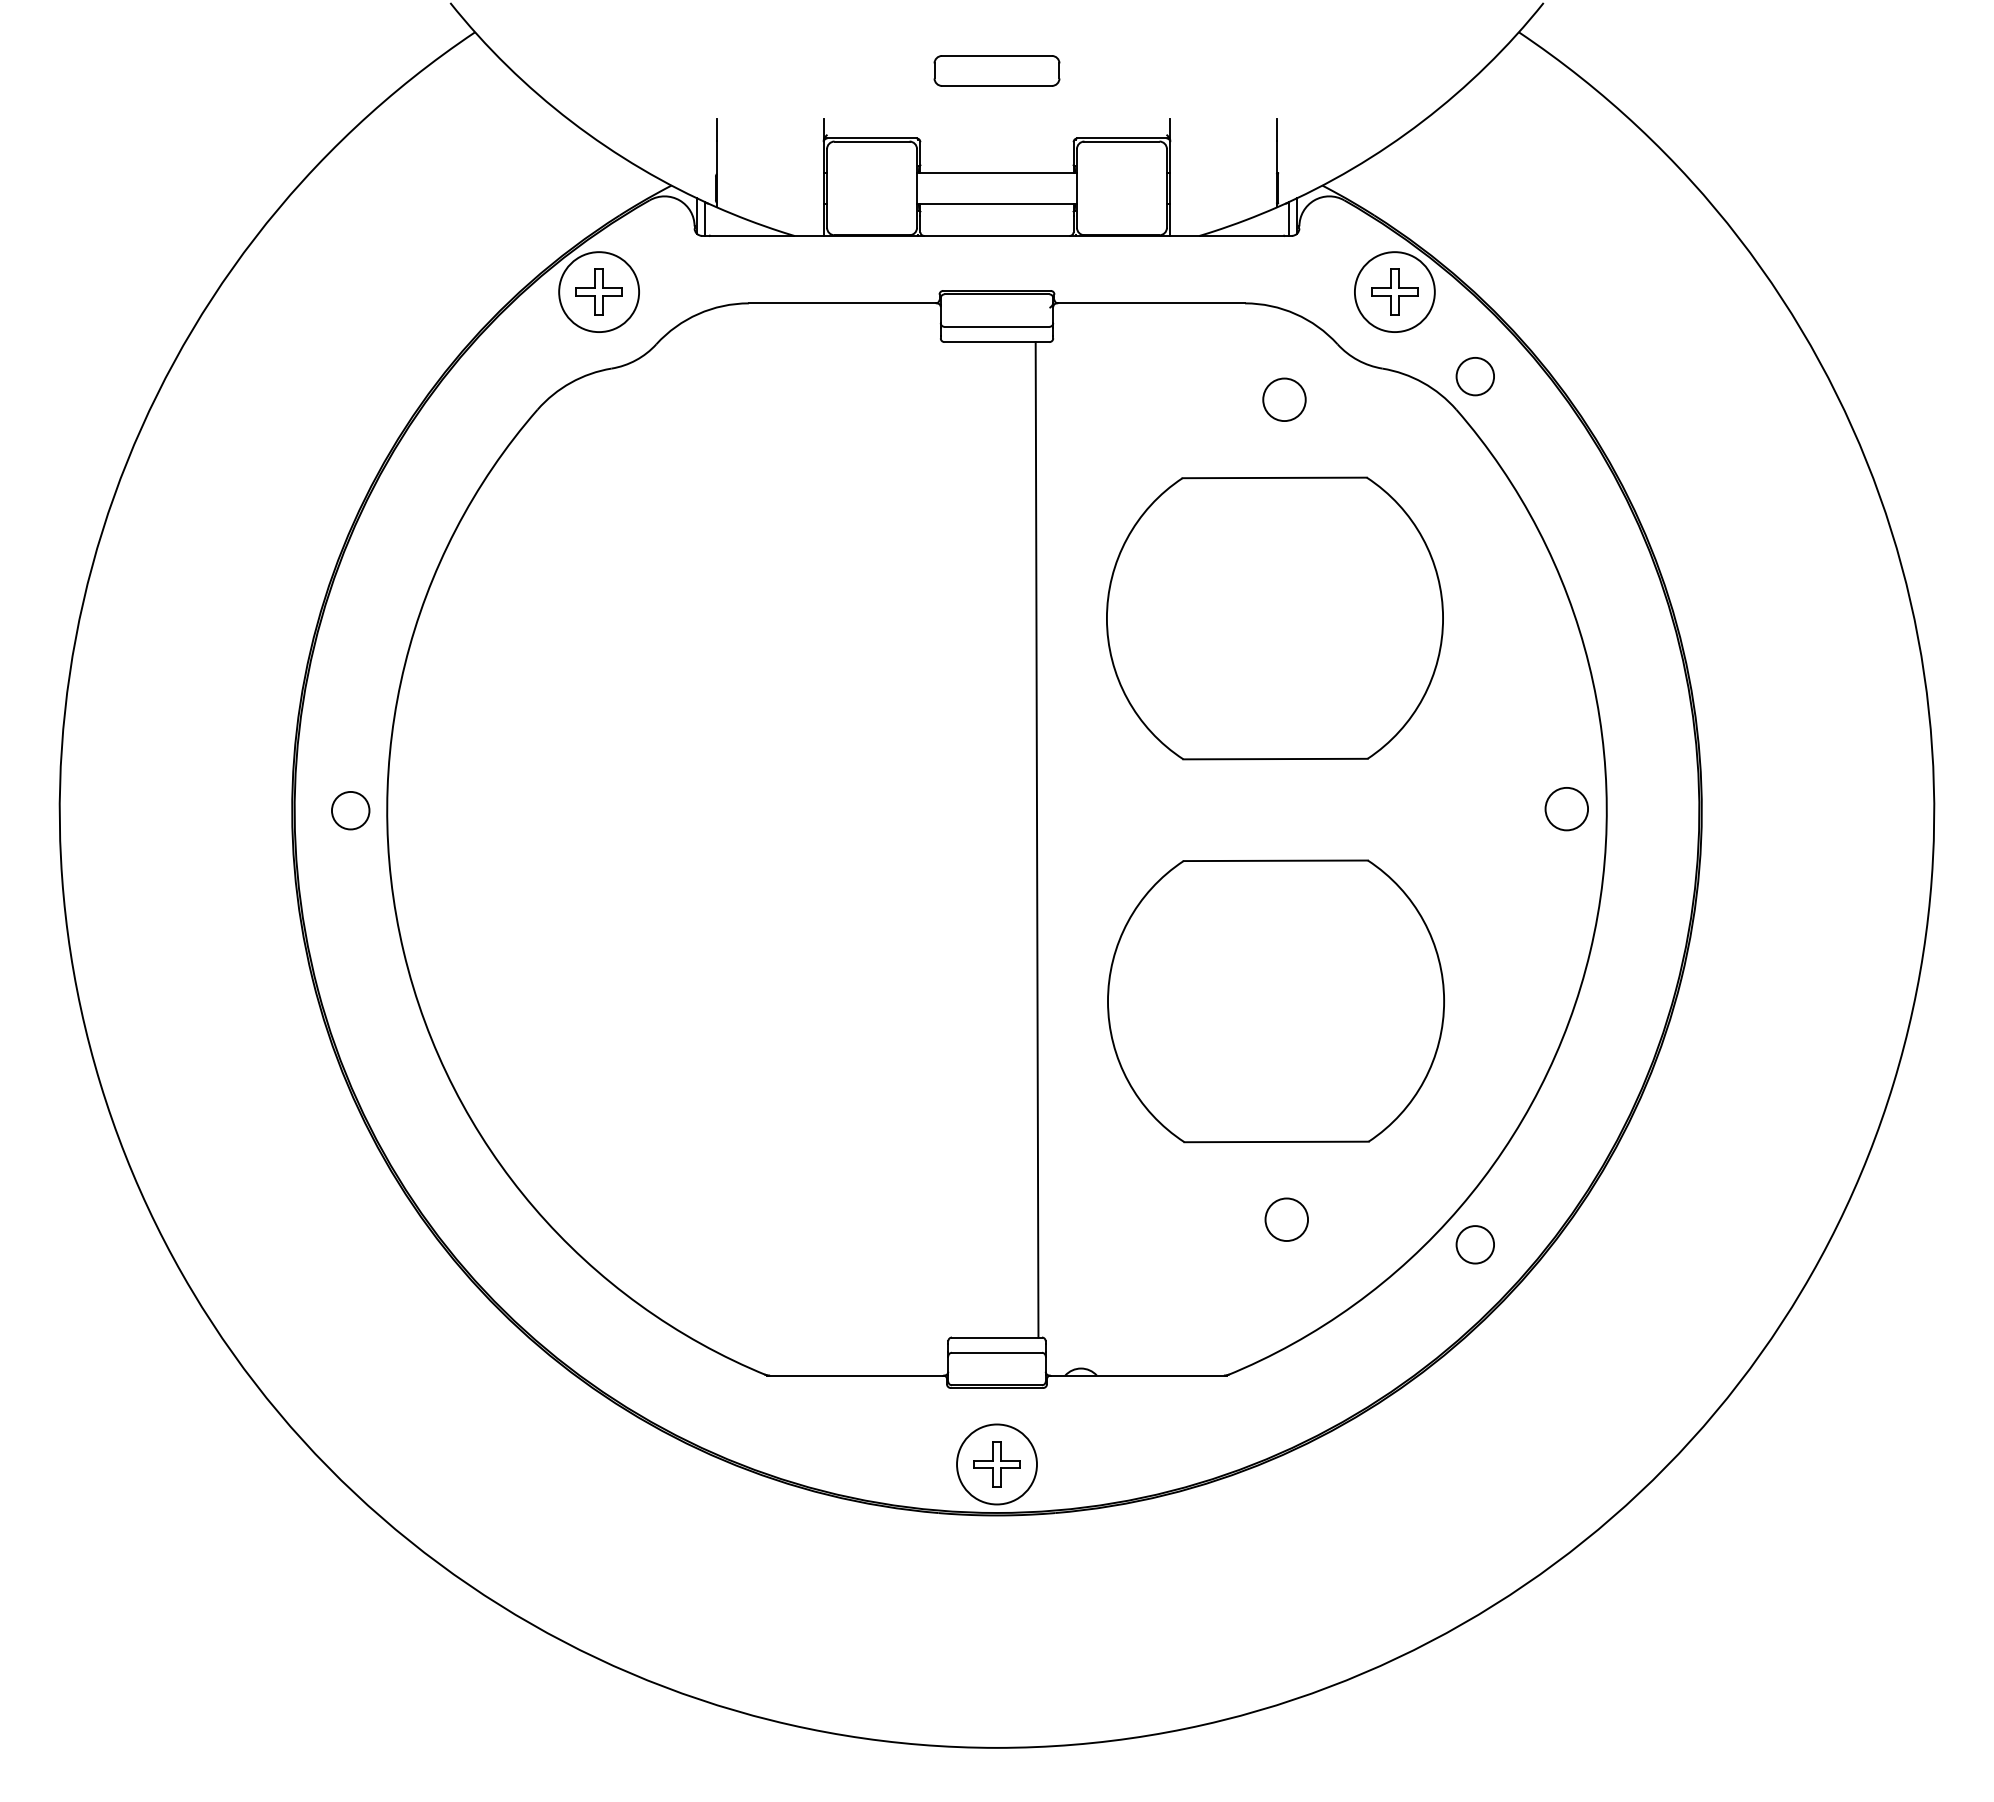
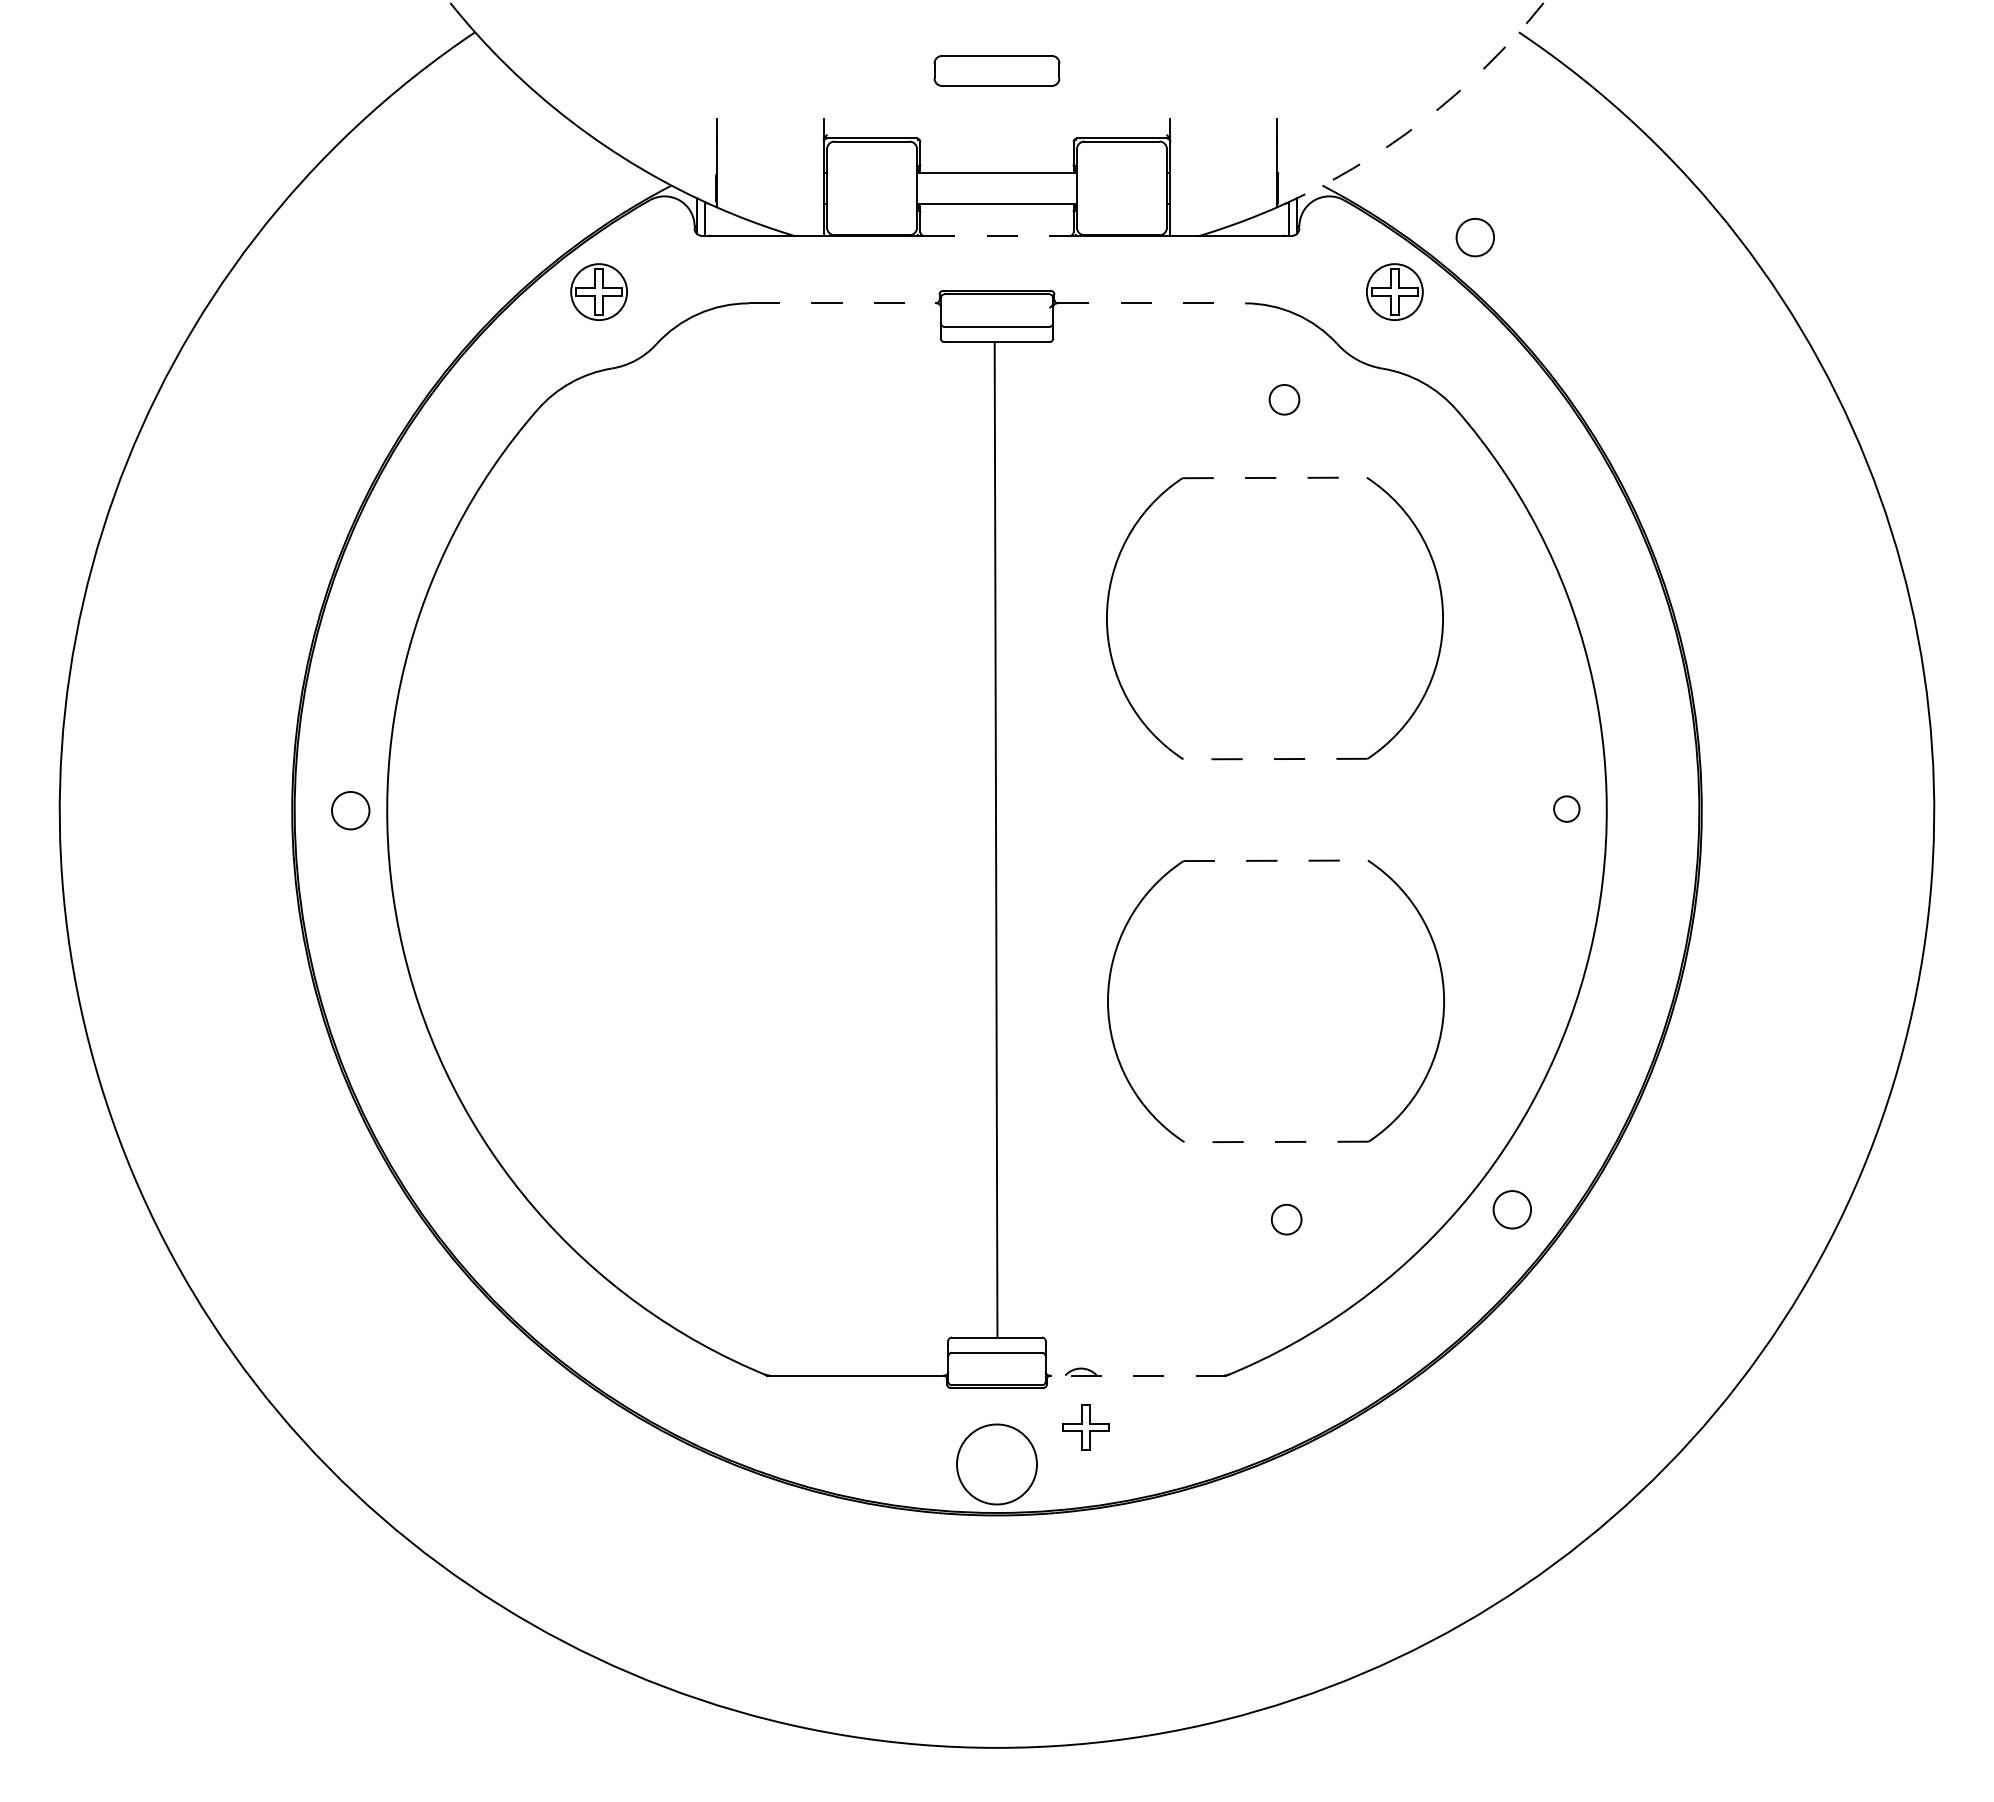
arc at (1422, 121): solid -> dashed
line at (997, 235): solid -> dashed
circle at (599, 292) diameter: 80 px -> 56 px
circle at (1394, 292) diameter: 80 px -> 56 px
line at (842, 303): solid -> dashed
line at (1152, 303): solid -> dashed
circle at (1474, 376) position: (1474, 376) -> (1474, 237)
circle at (1284, 399) diameter: 42 px -> 30 px
line at (1275, 477): solid -> dashed
line at (1275, 759): solid -> dashed
circle at (1566, 808) diameter: 42 px -> 25 px
line at (1036, 839) position: (1036, 839) -> (995, 839)
line at (1276, 860): solid -> dashed
line at (1276, 1141): solid -> dashed
circle at (1286, 1219) size: 45x45 px -> 32x33 px
circle at (1474, 1244) position: (1474, 1244) -> (1511, 1209)
line at (1138, 1375): solid -> dashed
part at (996, 1464) position: (996, 1464) -> (1085, 1427)
